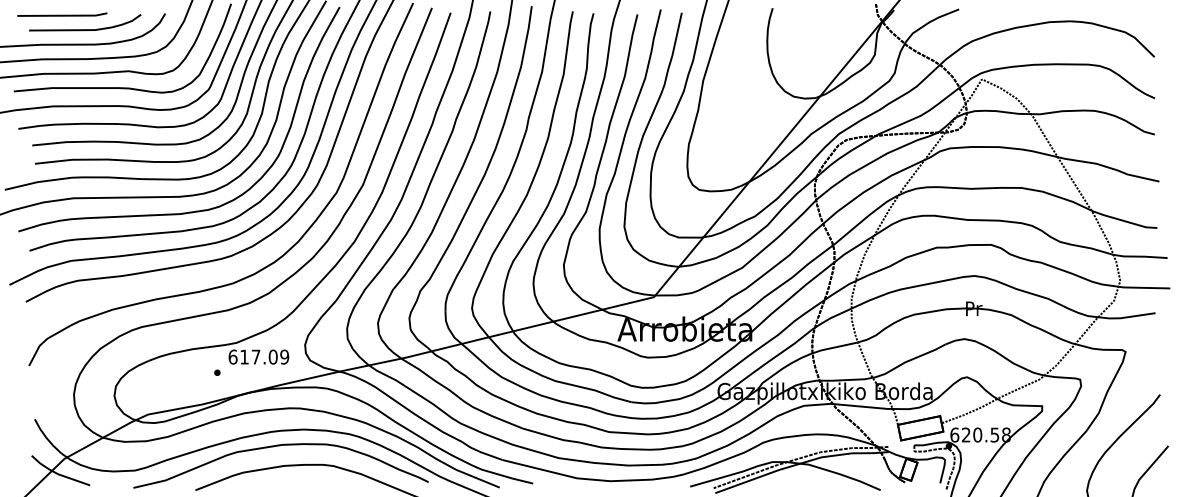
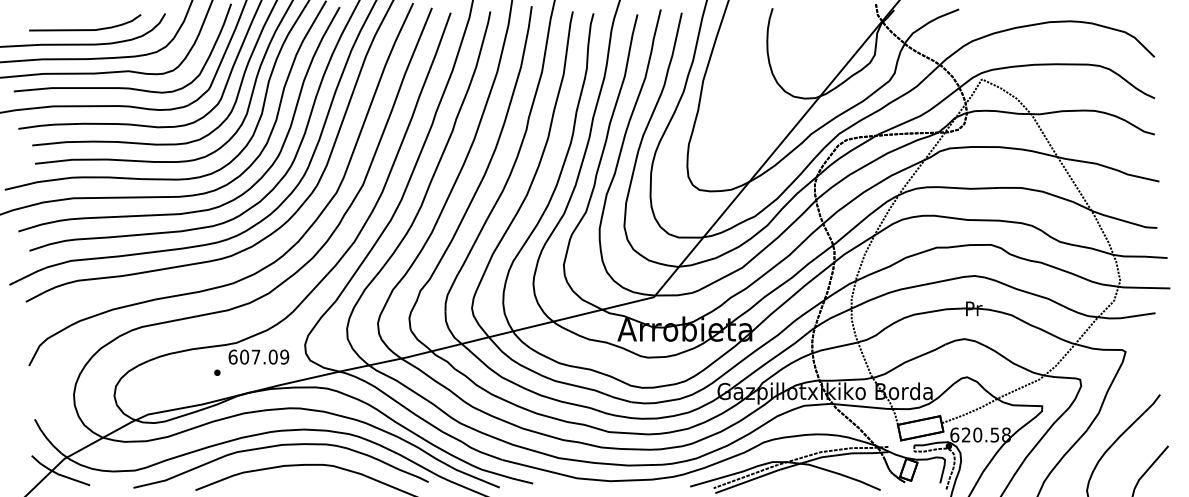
line at (62, 14): present -> none
text at (244, 356): 617.09 -> 607.09
